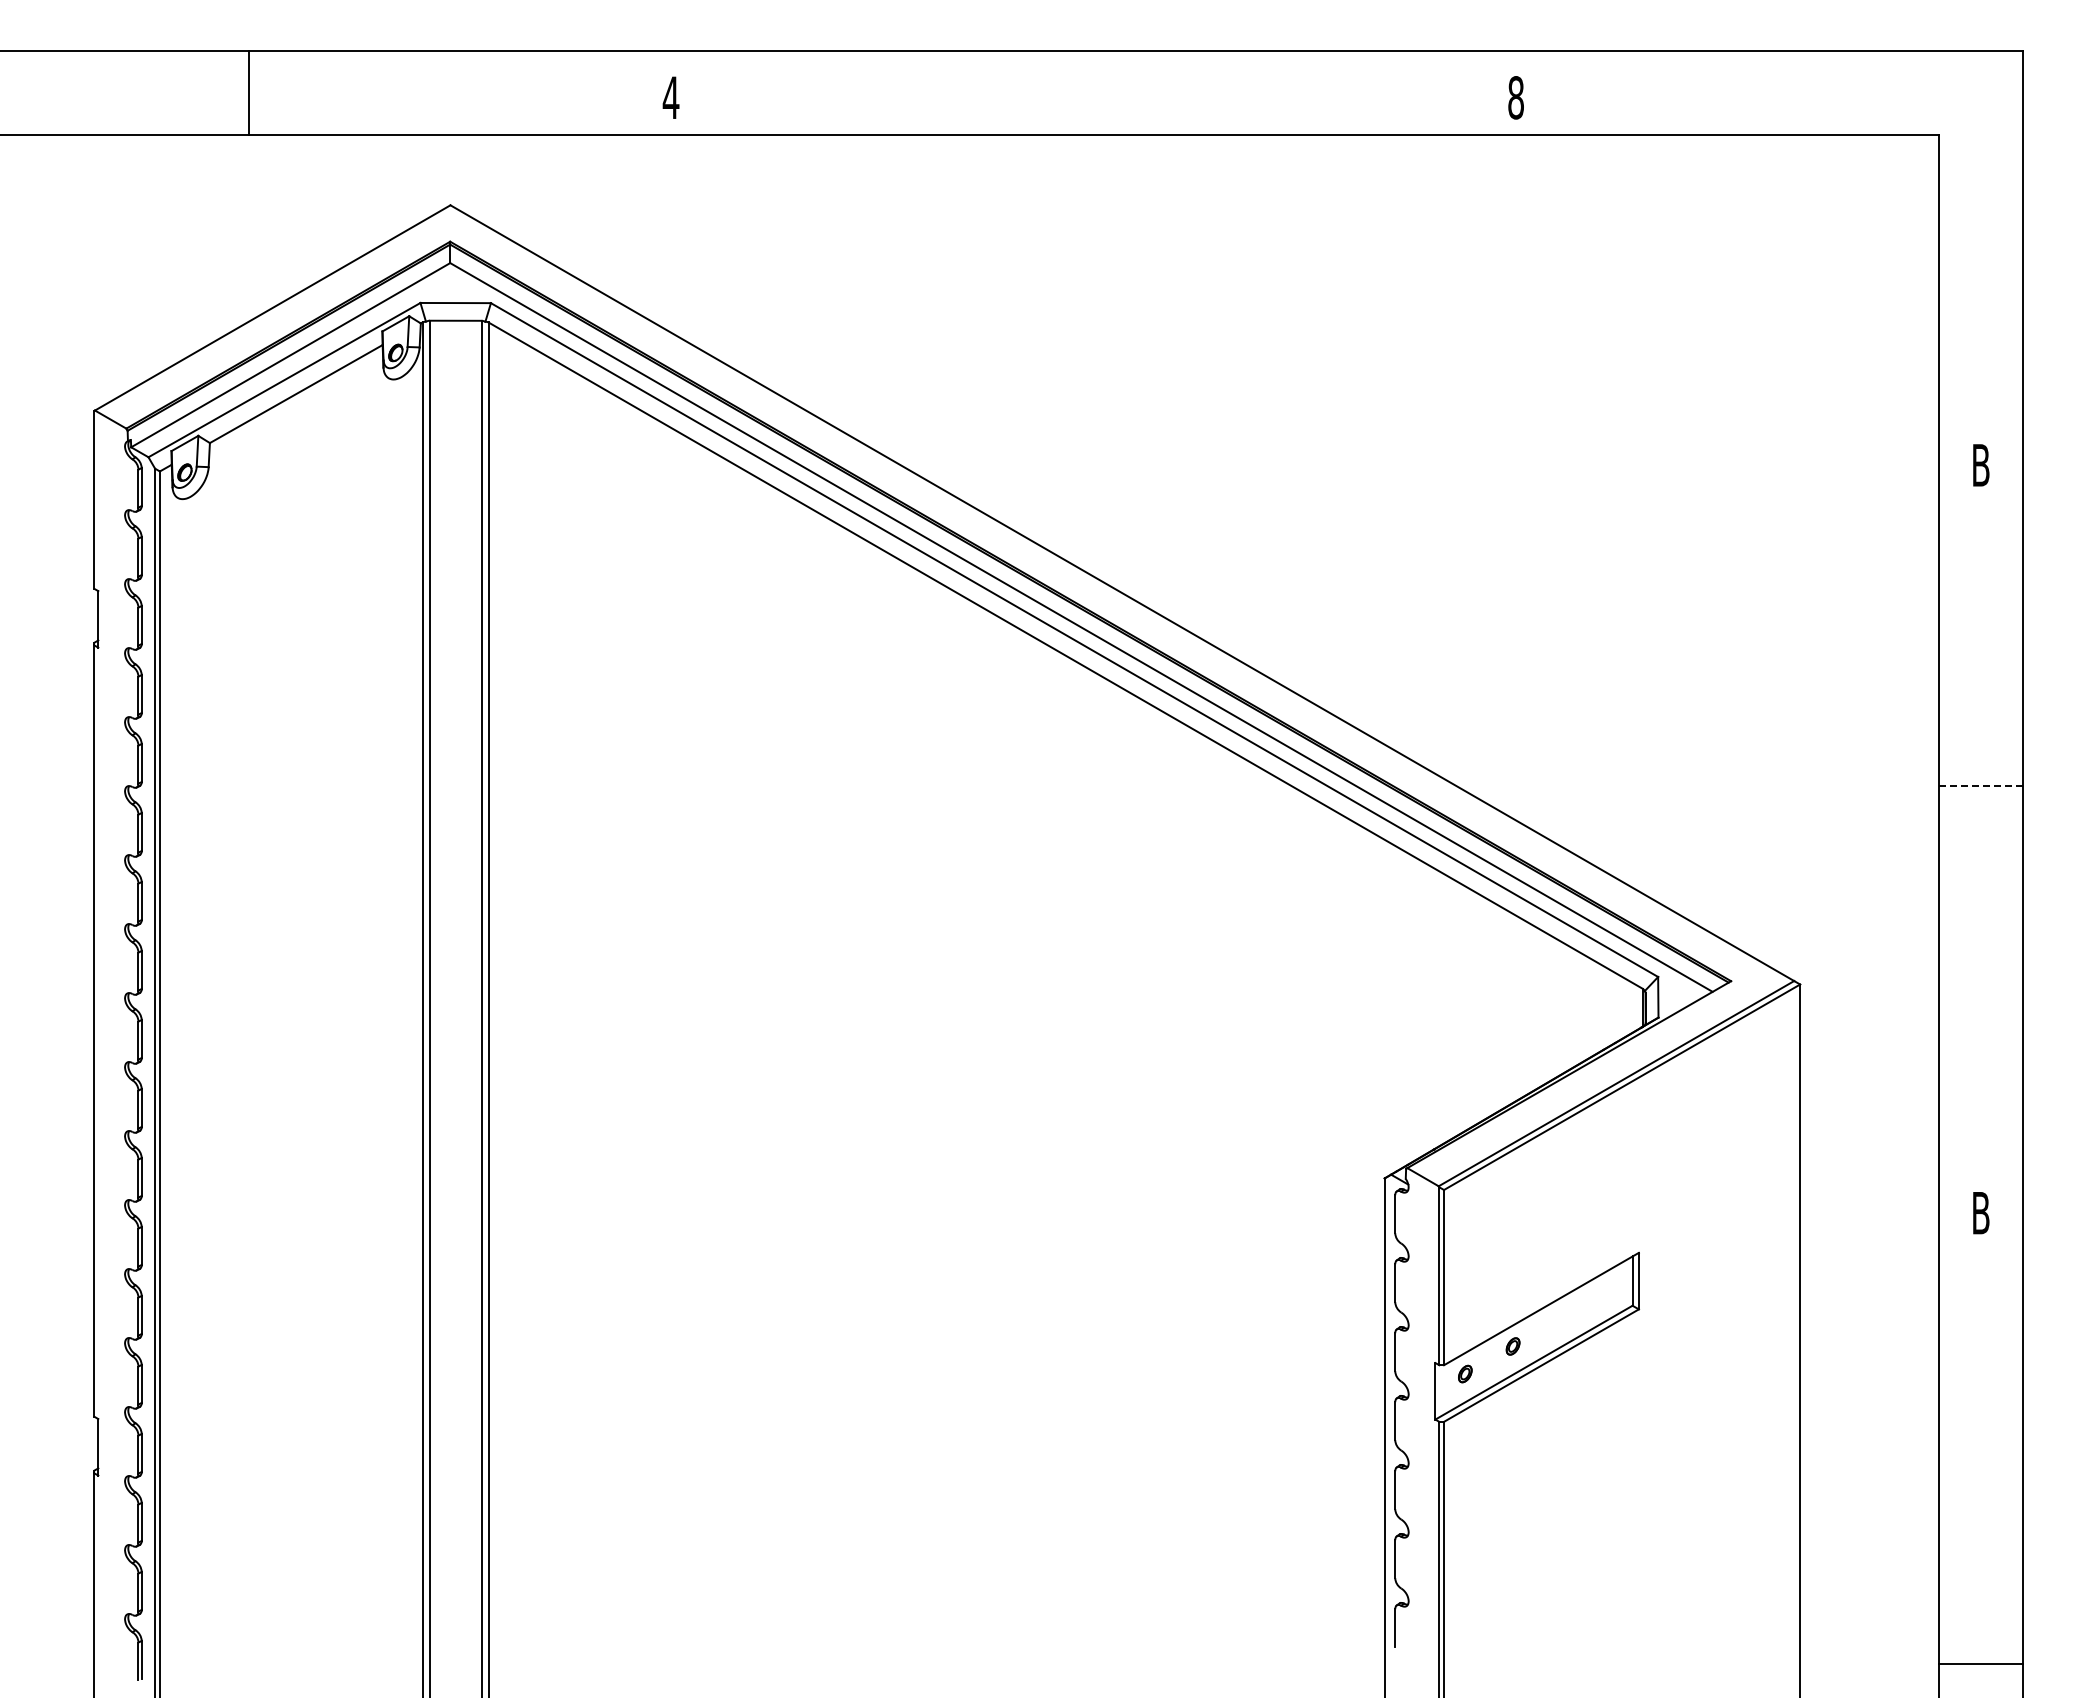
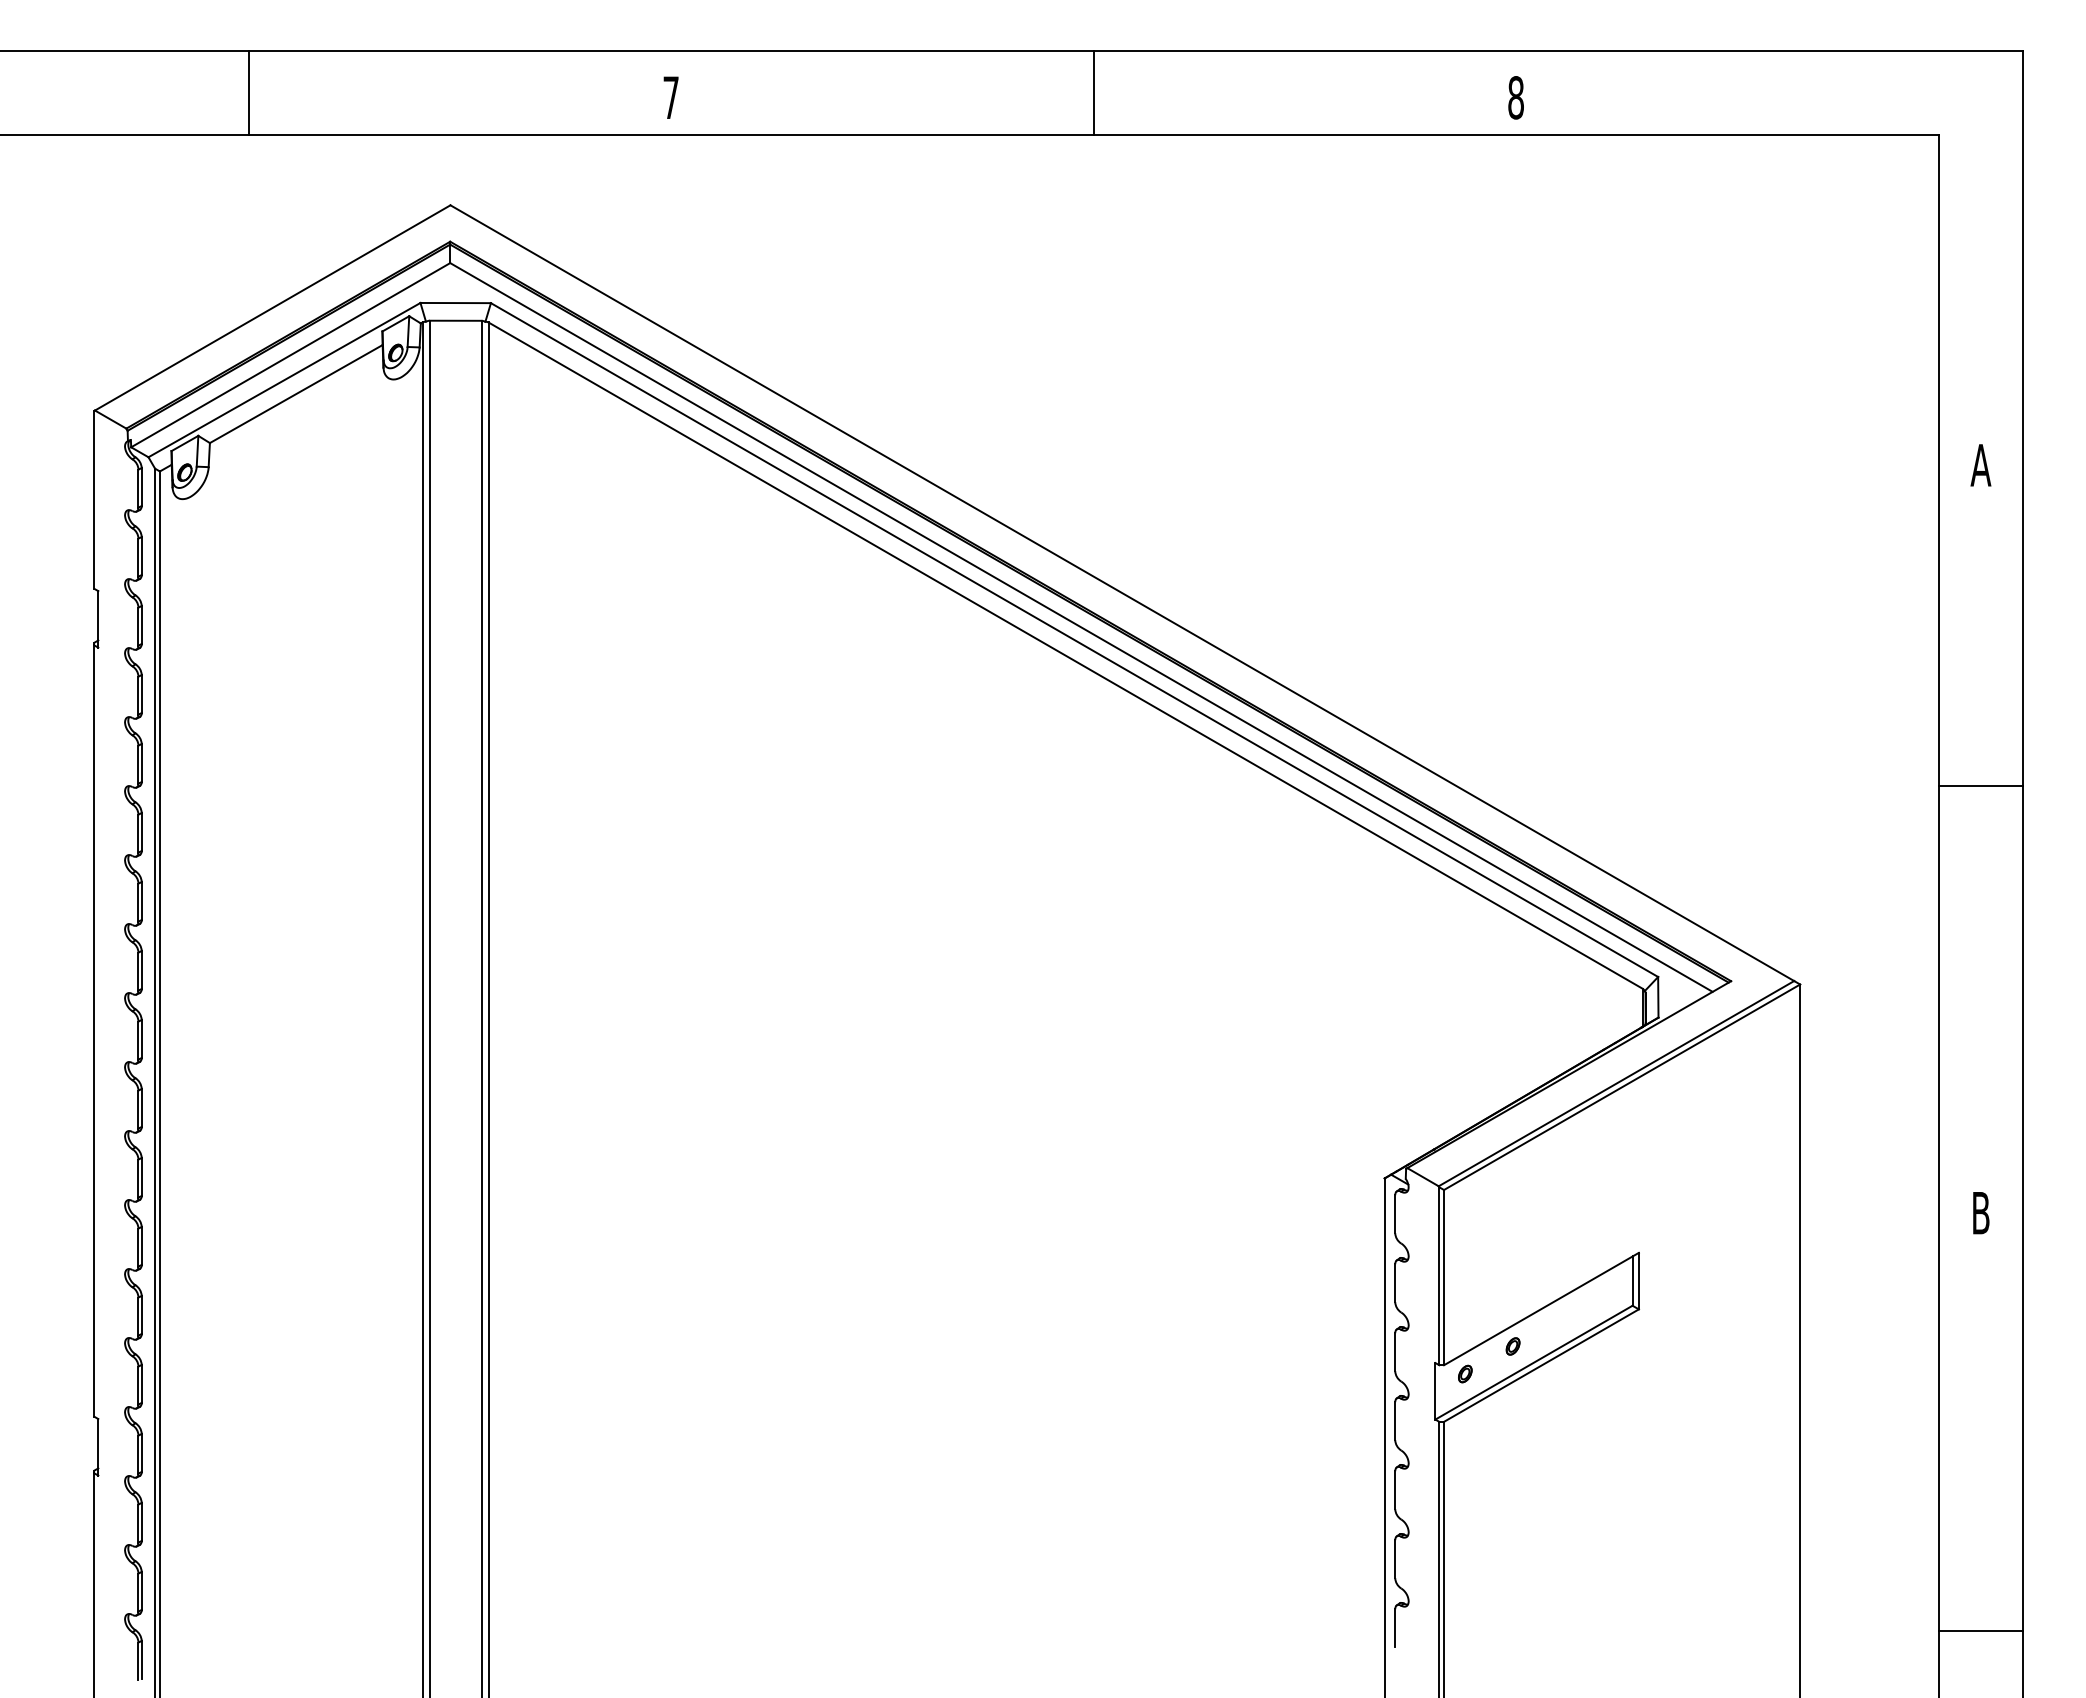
line at (1093, 92): none -> present
text at (670, 97): 4 -> 7
text at (1980, 465): B -> A
line at (1980, 785): dashed -> solid
line at (1980, 1663) position: (1980, 1663) -> (1980, 1630)
